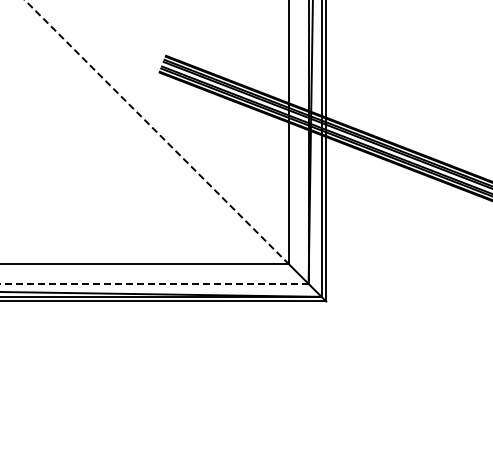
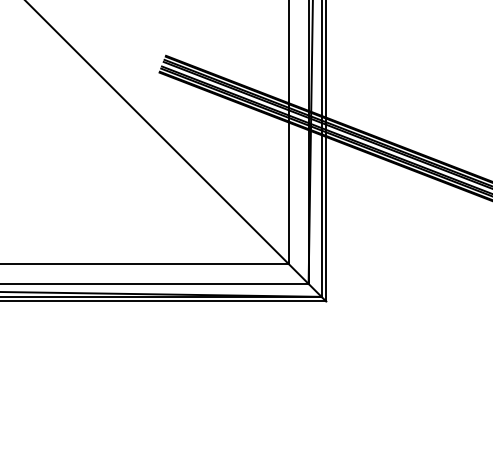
line at (157, 132): dashed -> solid
line at (154, 283): dashed -> solid
